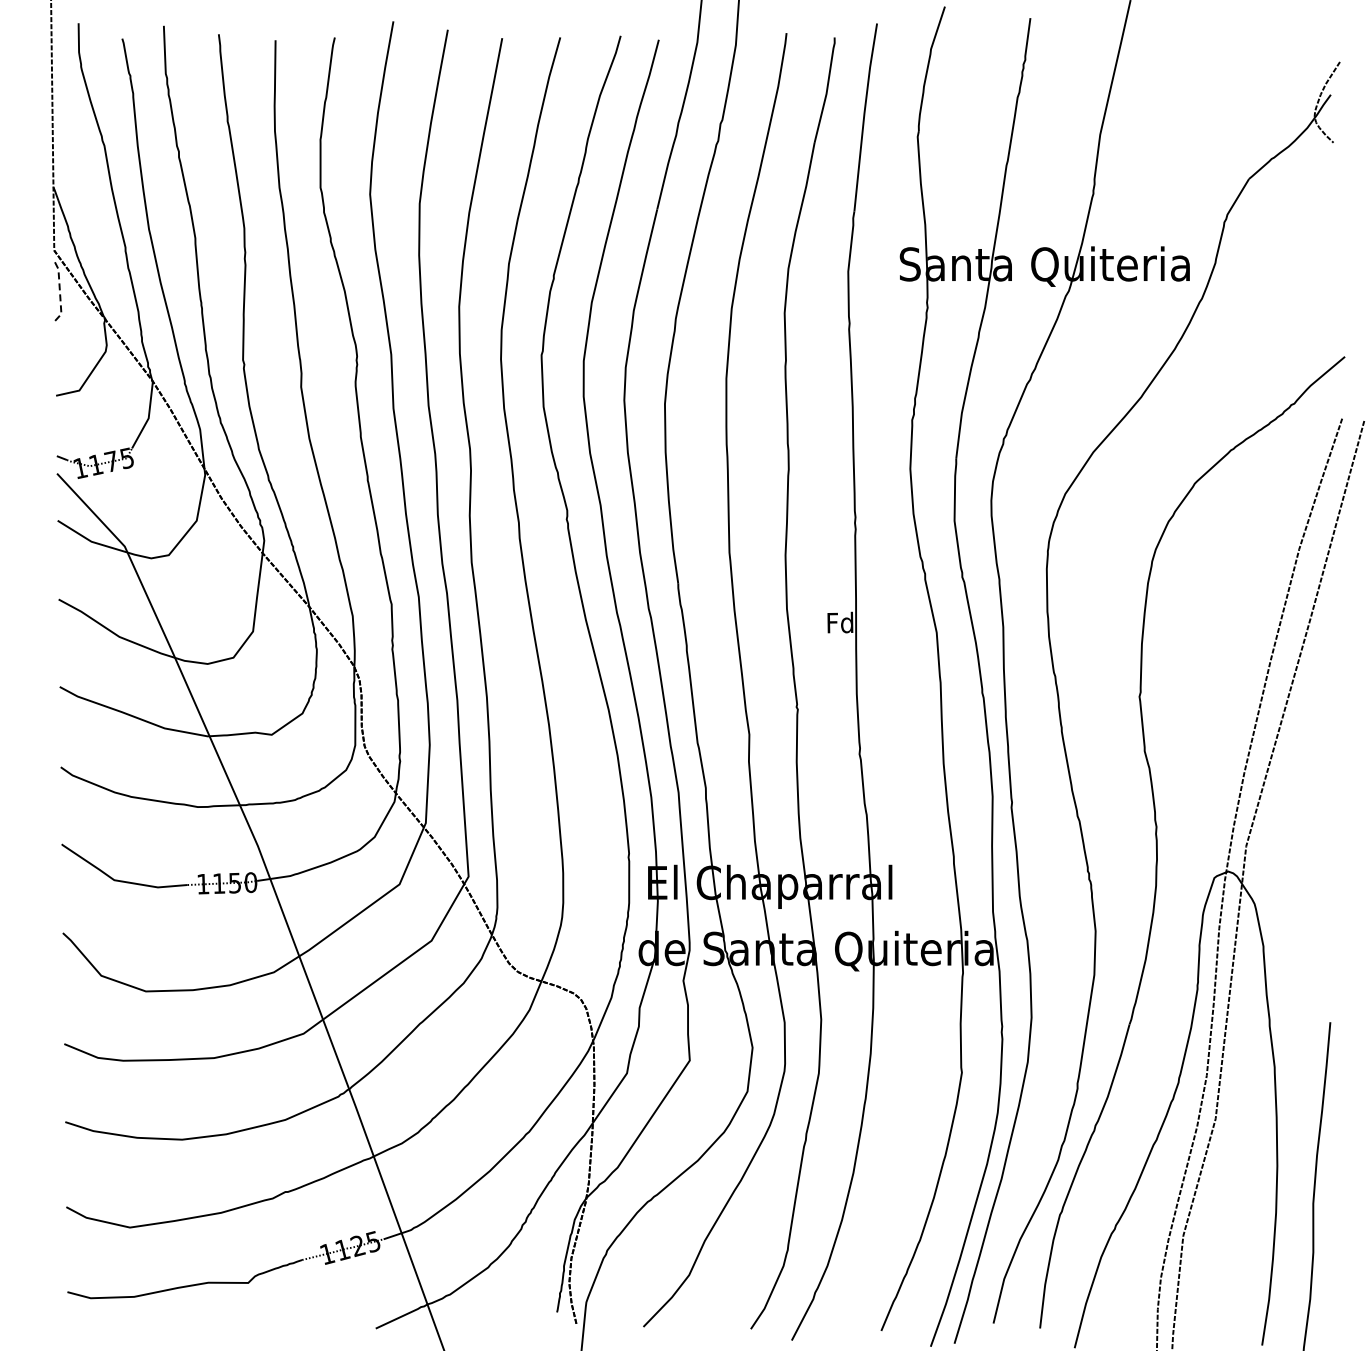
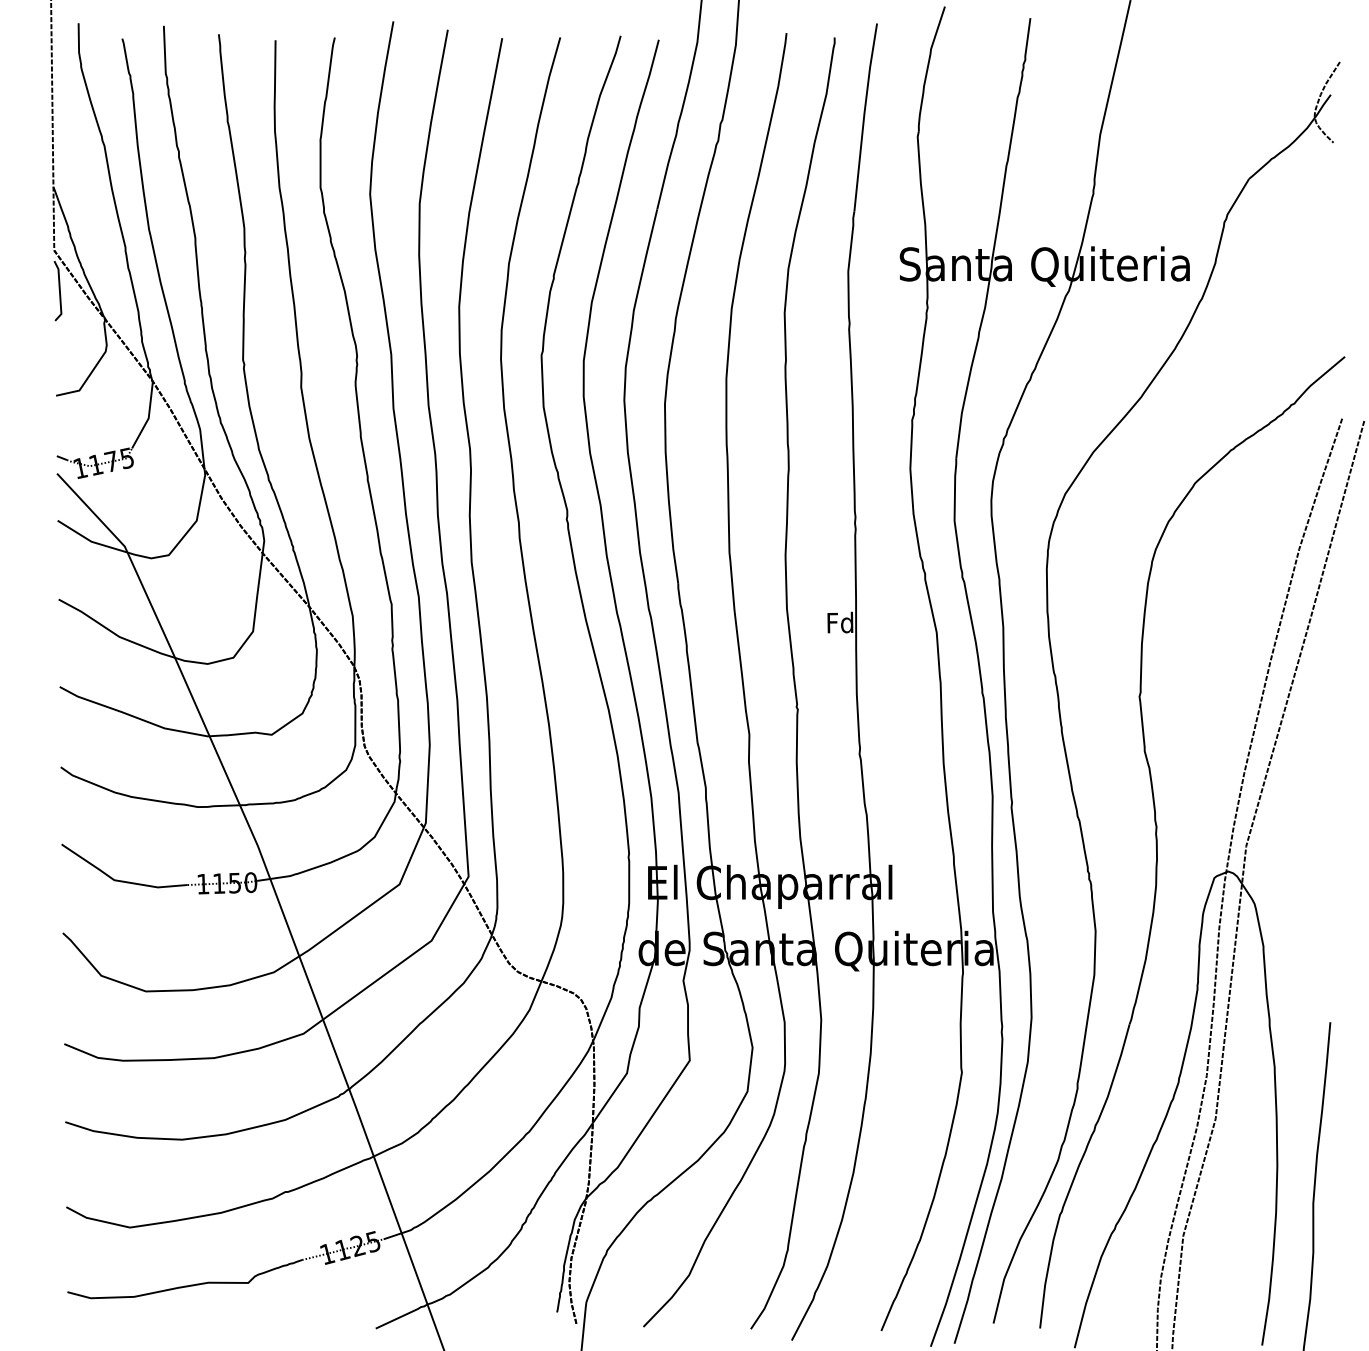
line at (59, 291): dashed -> solid
